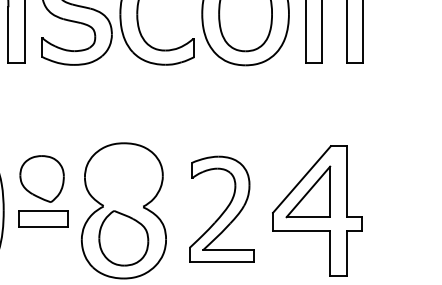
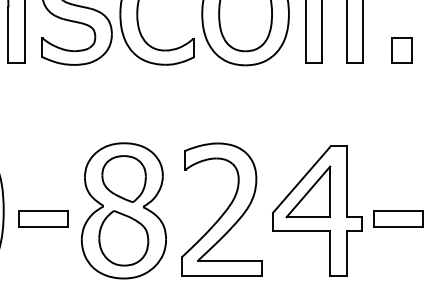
part at (401, 50): none -> present
part at (41, 178) position: (41, 178) -> (123, 178)
part at (221, 208) size: 66x108 px -> 82x135 px
part at (398, 218): none -> present
